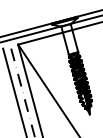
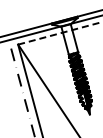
line at (60, 33): solid -> dashed
line at (14, 91): present -> none
